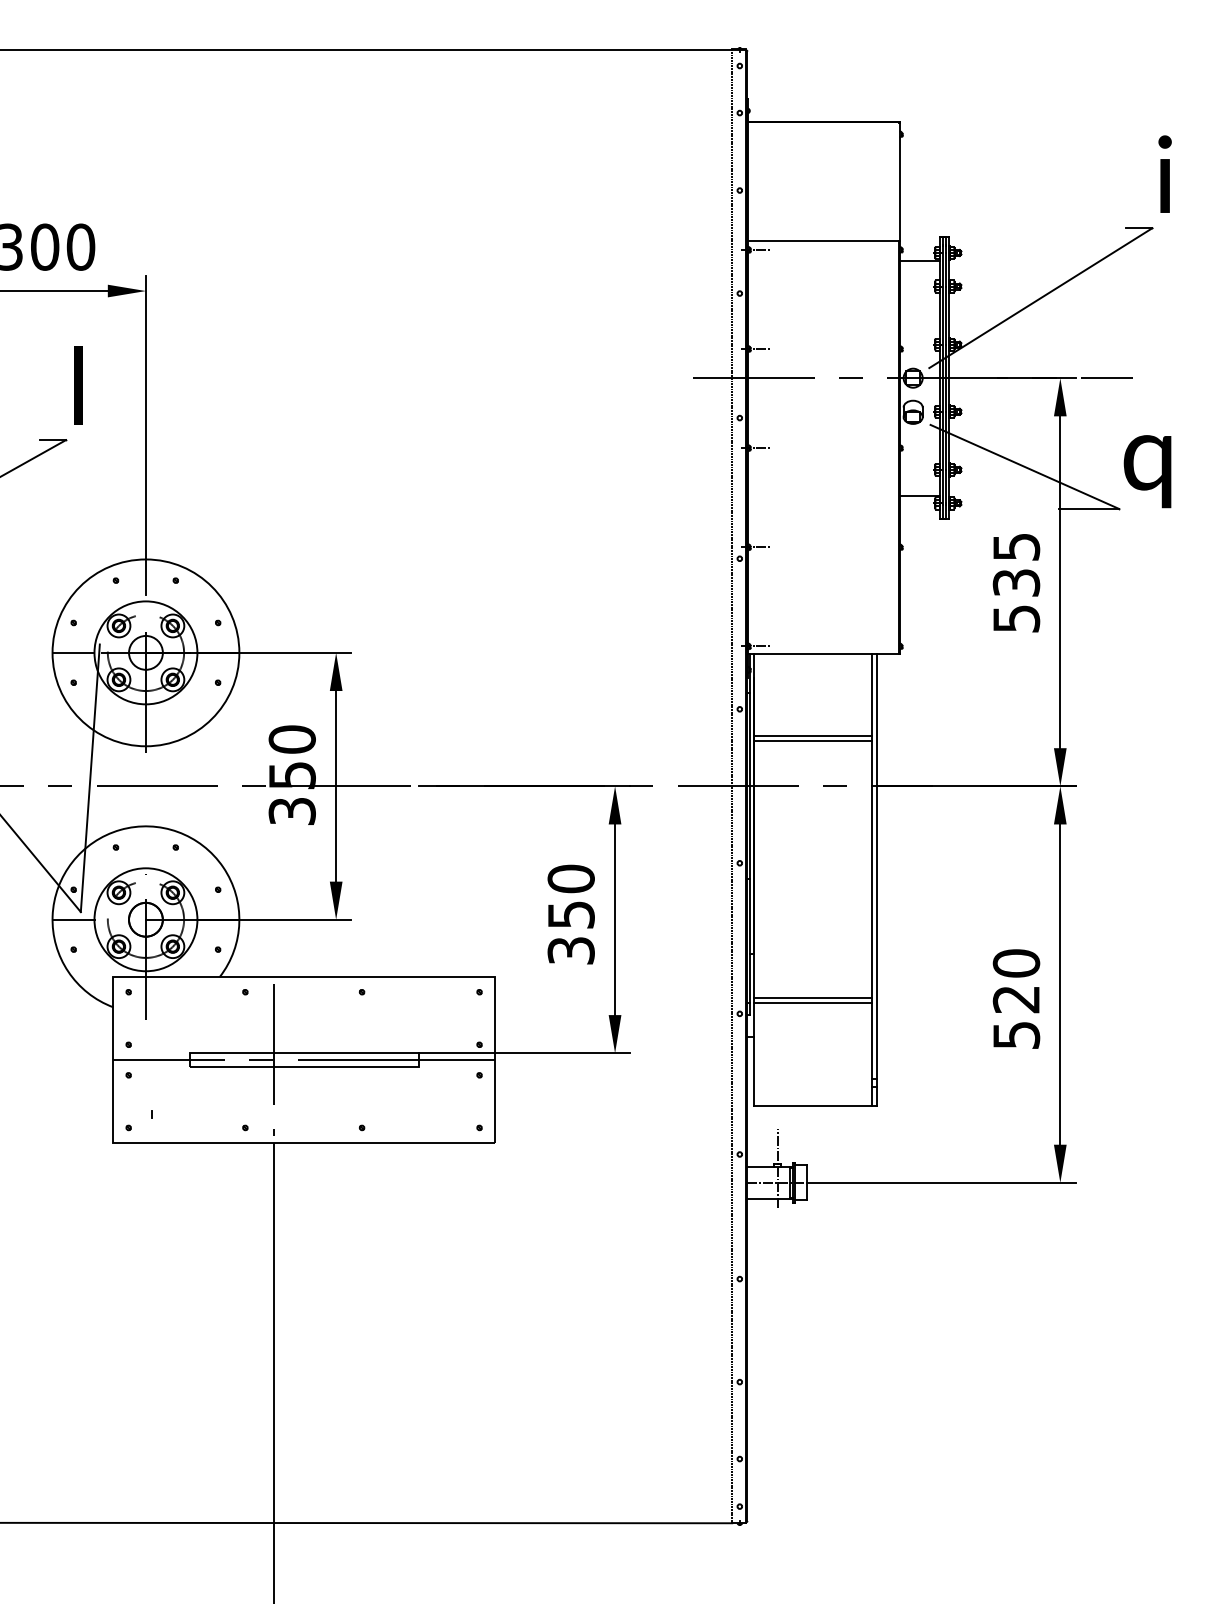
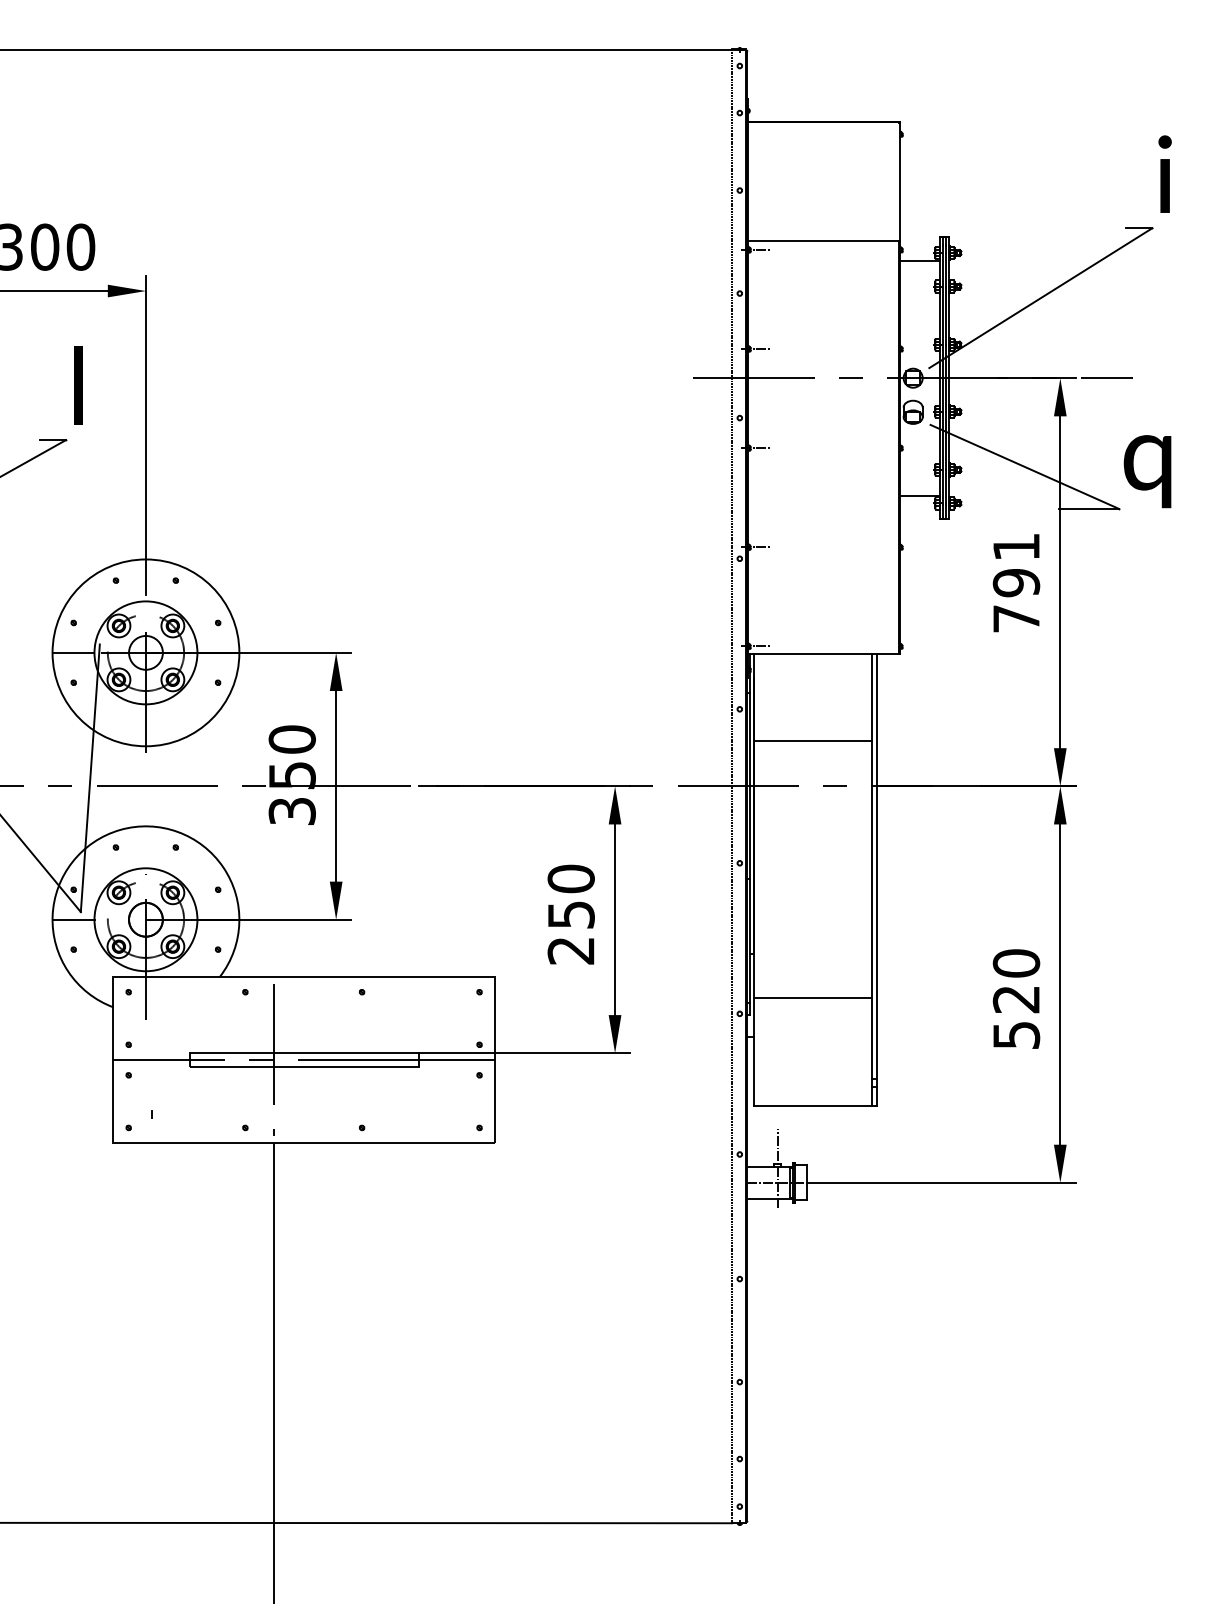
text at (1016, 583): 535 -> 791
line at (813, 736): present -> none
text at (570, 950): 350 -> 250
line at (813, 1002): present -> none
